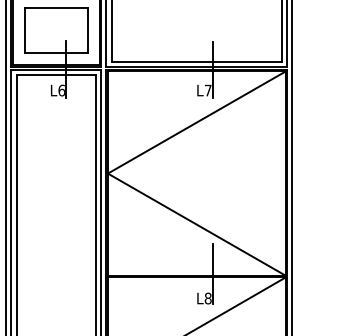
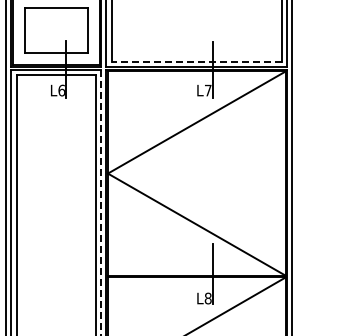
line at (196, 61): solid -> dashed
line at (101, 202): solid -> dashed
